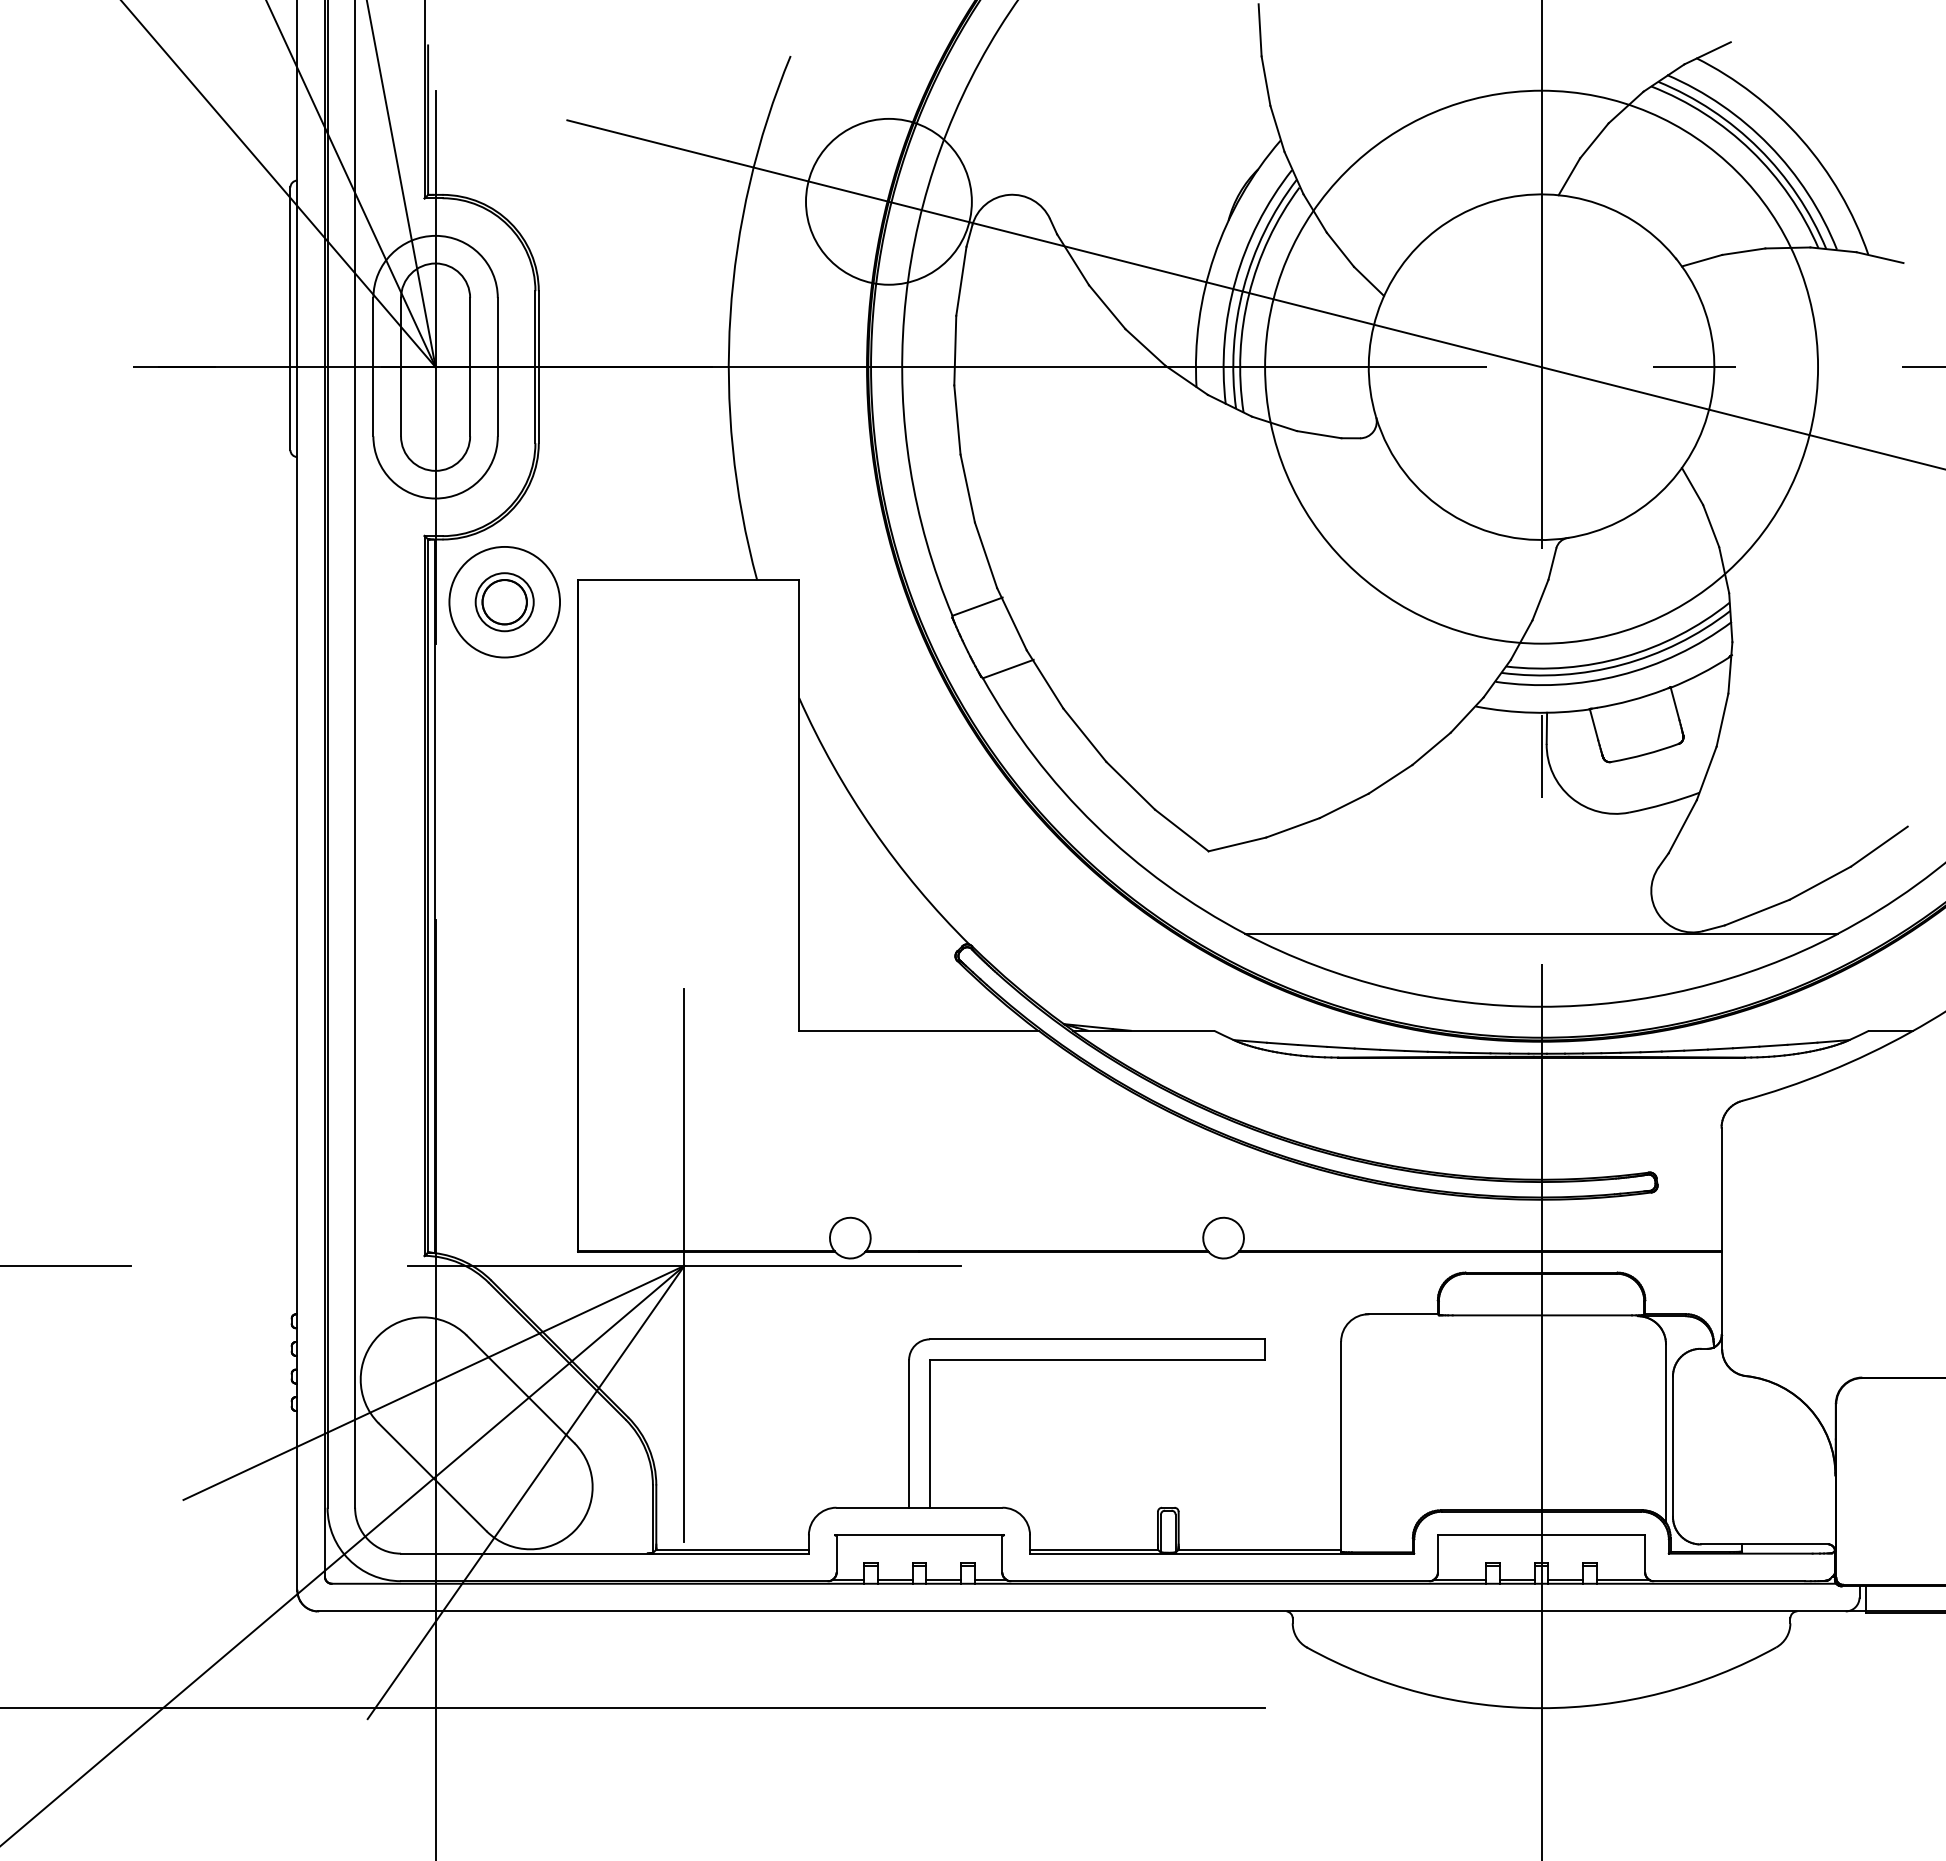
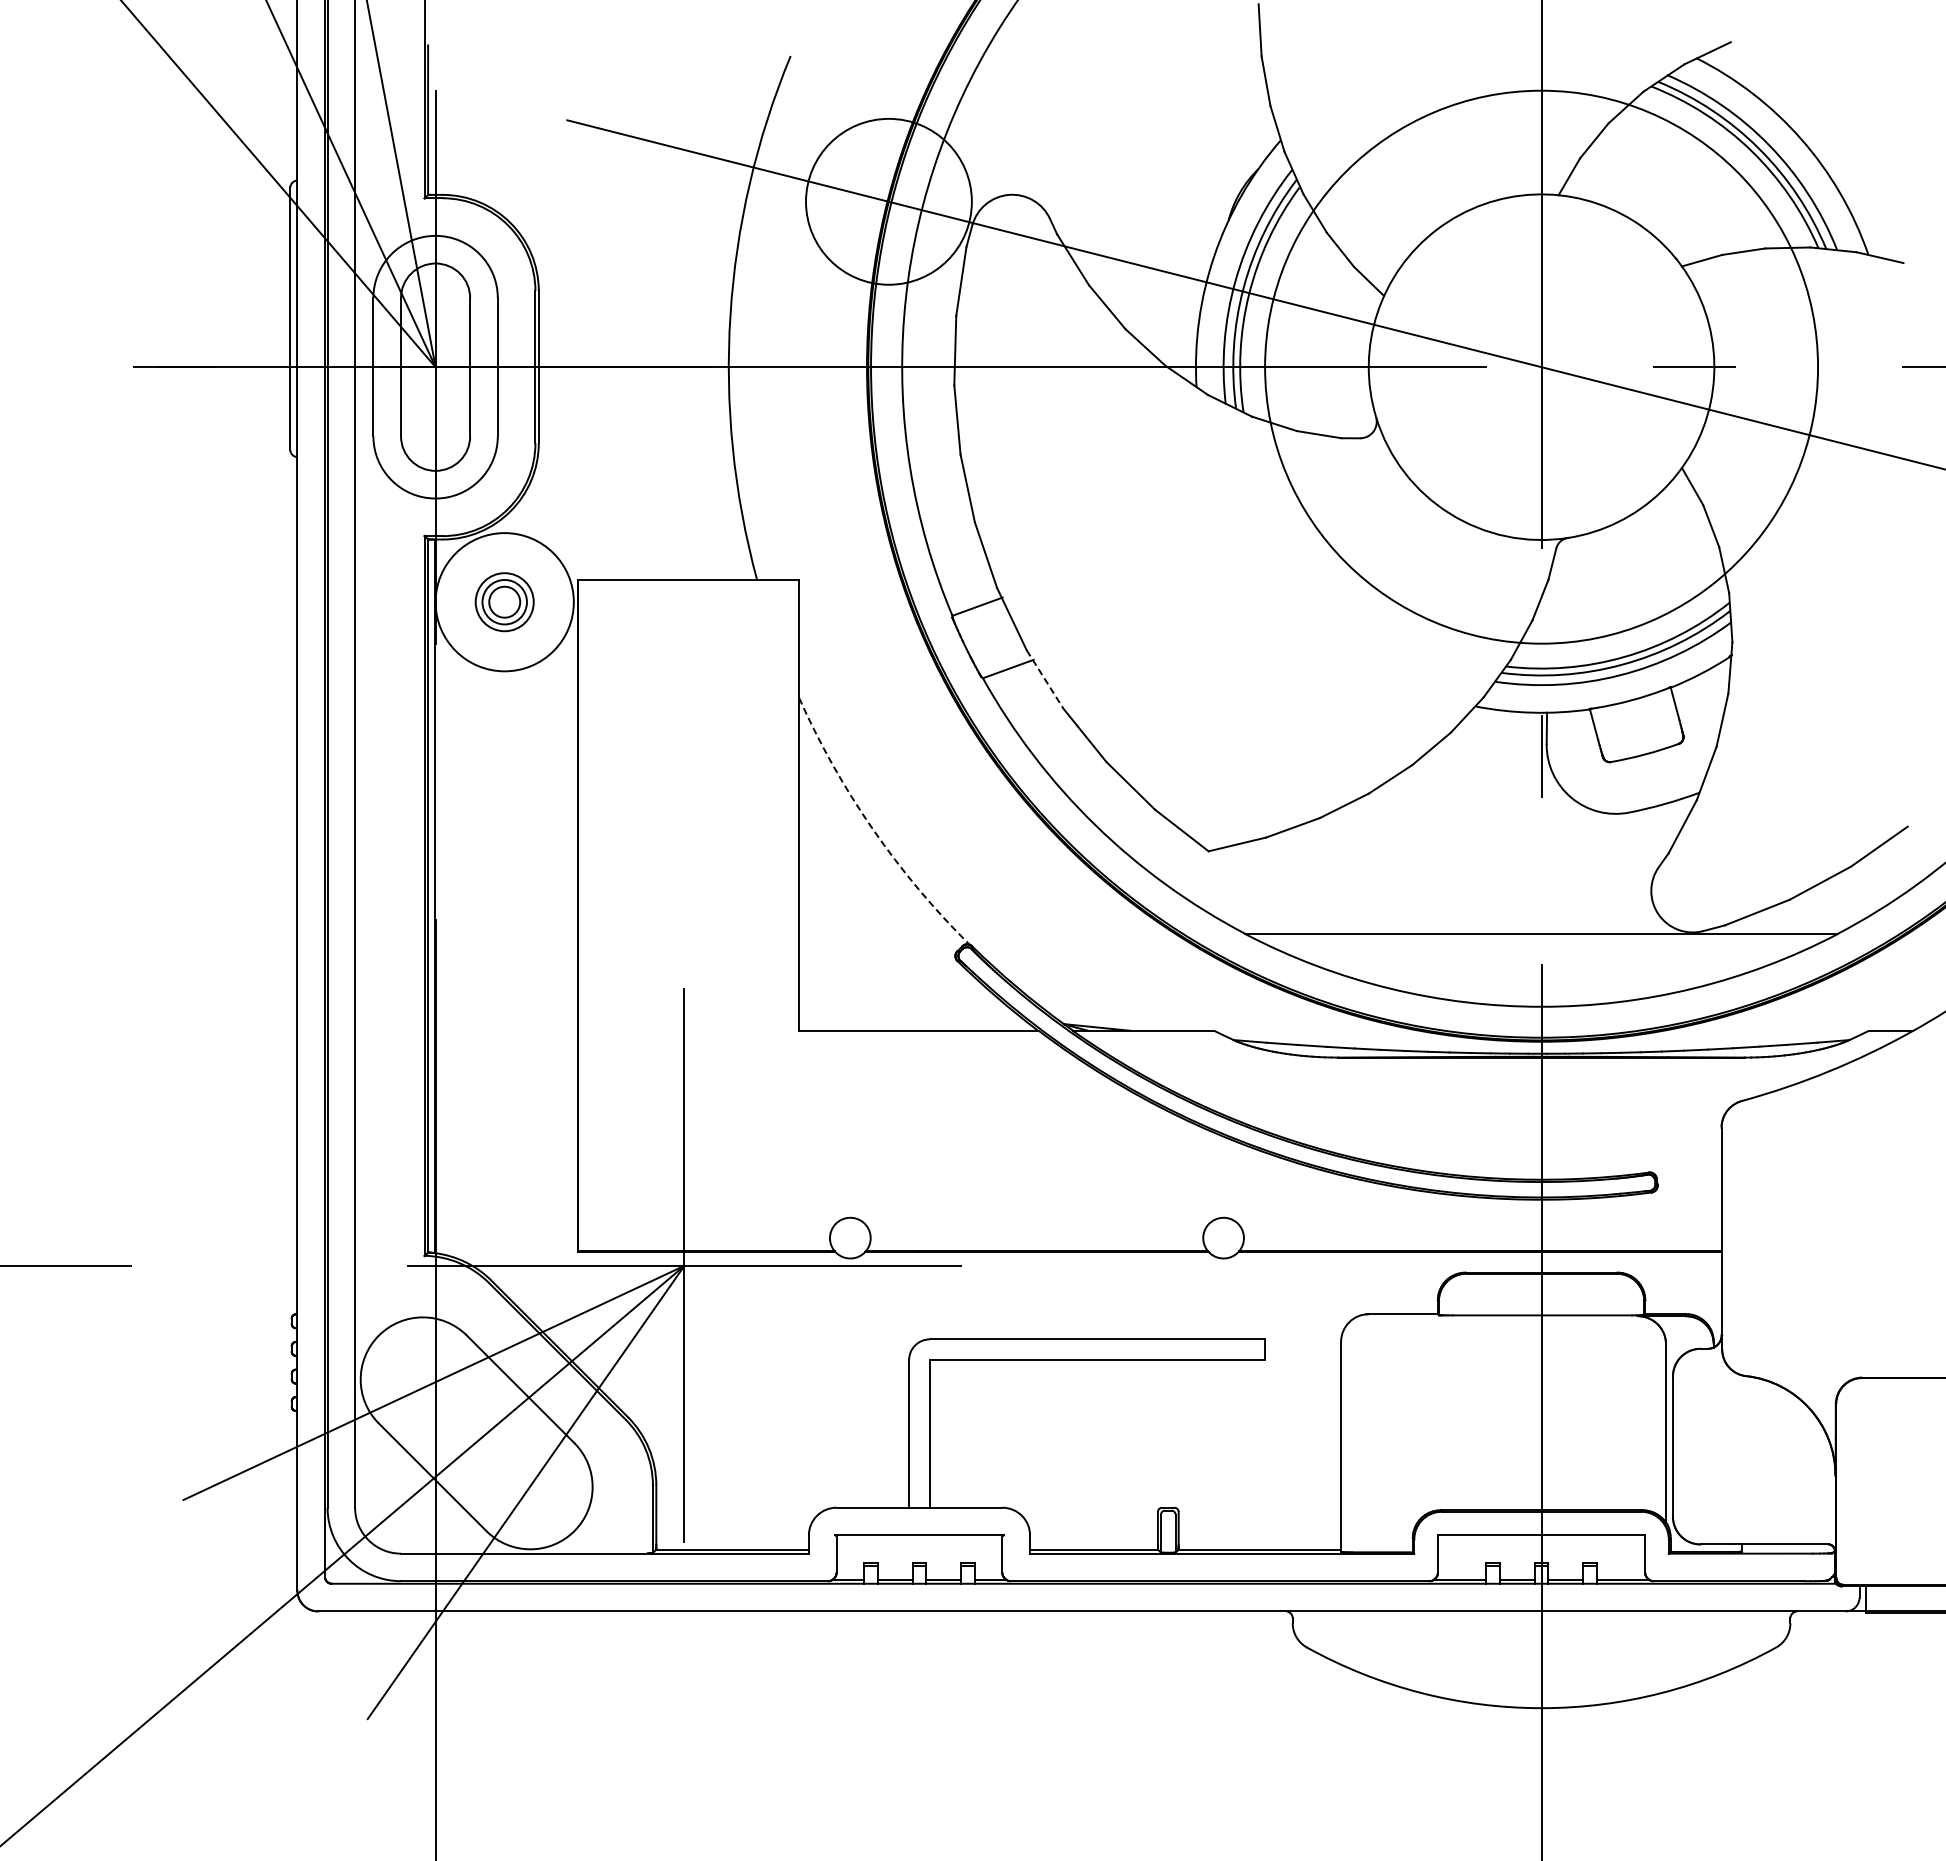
circle at (504, 601) diameter: 111 px -> 138 px
circle at (504, 602) diameter: 44 px -> 31 px
line at (1045, 679): solid -> dashed
arc at (872, 829): solid -> dashed
line at (633, 1708): present -> none
